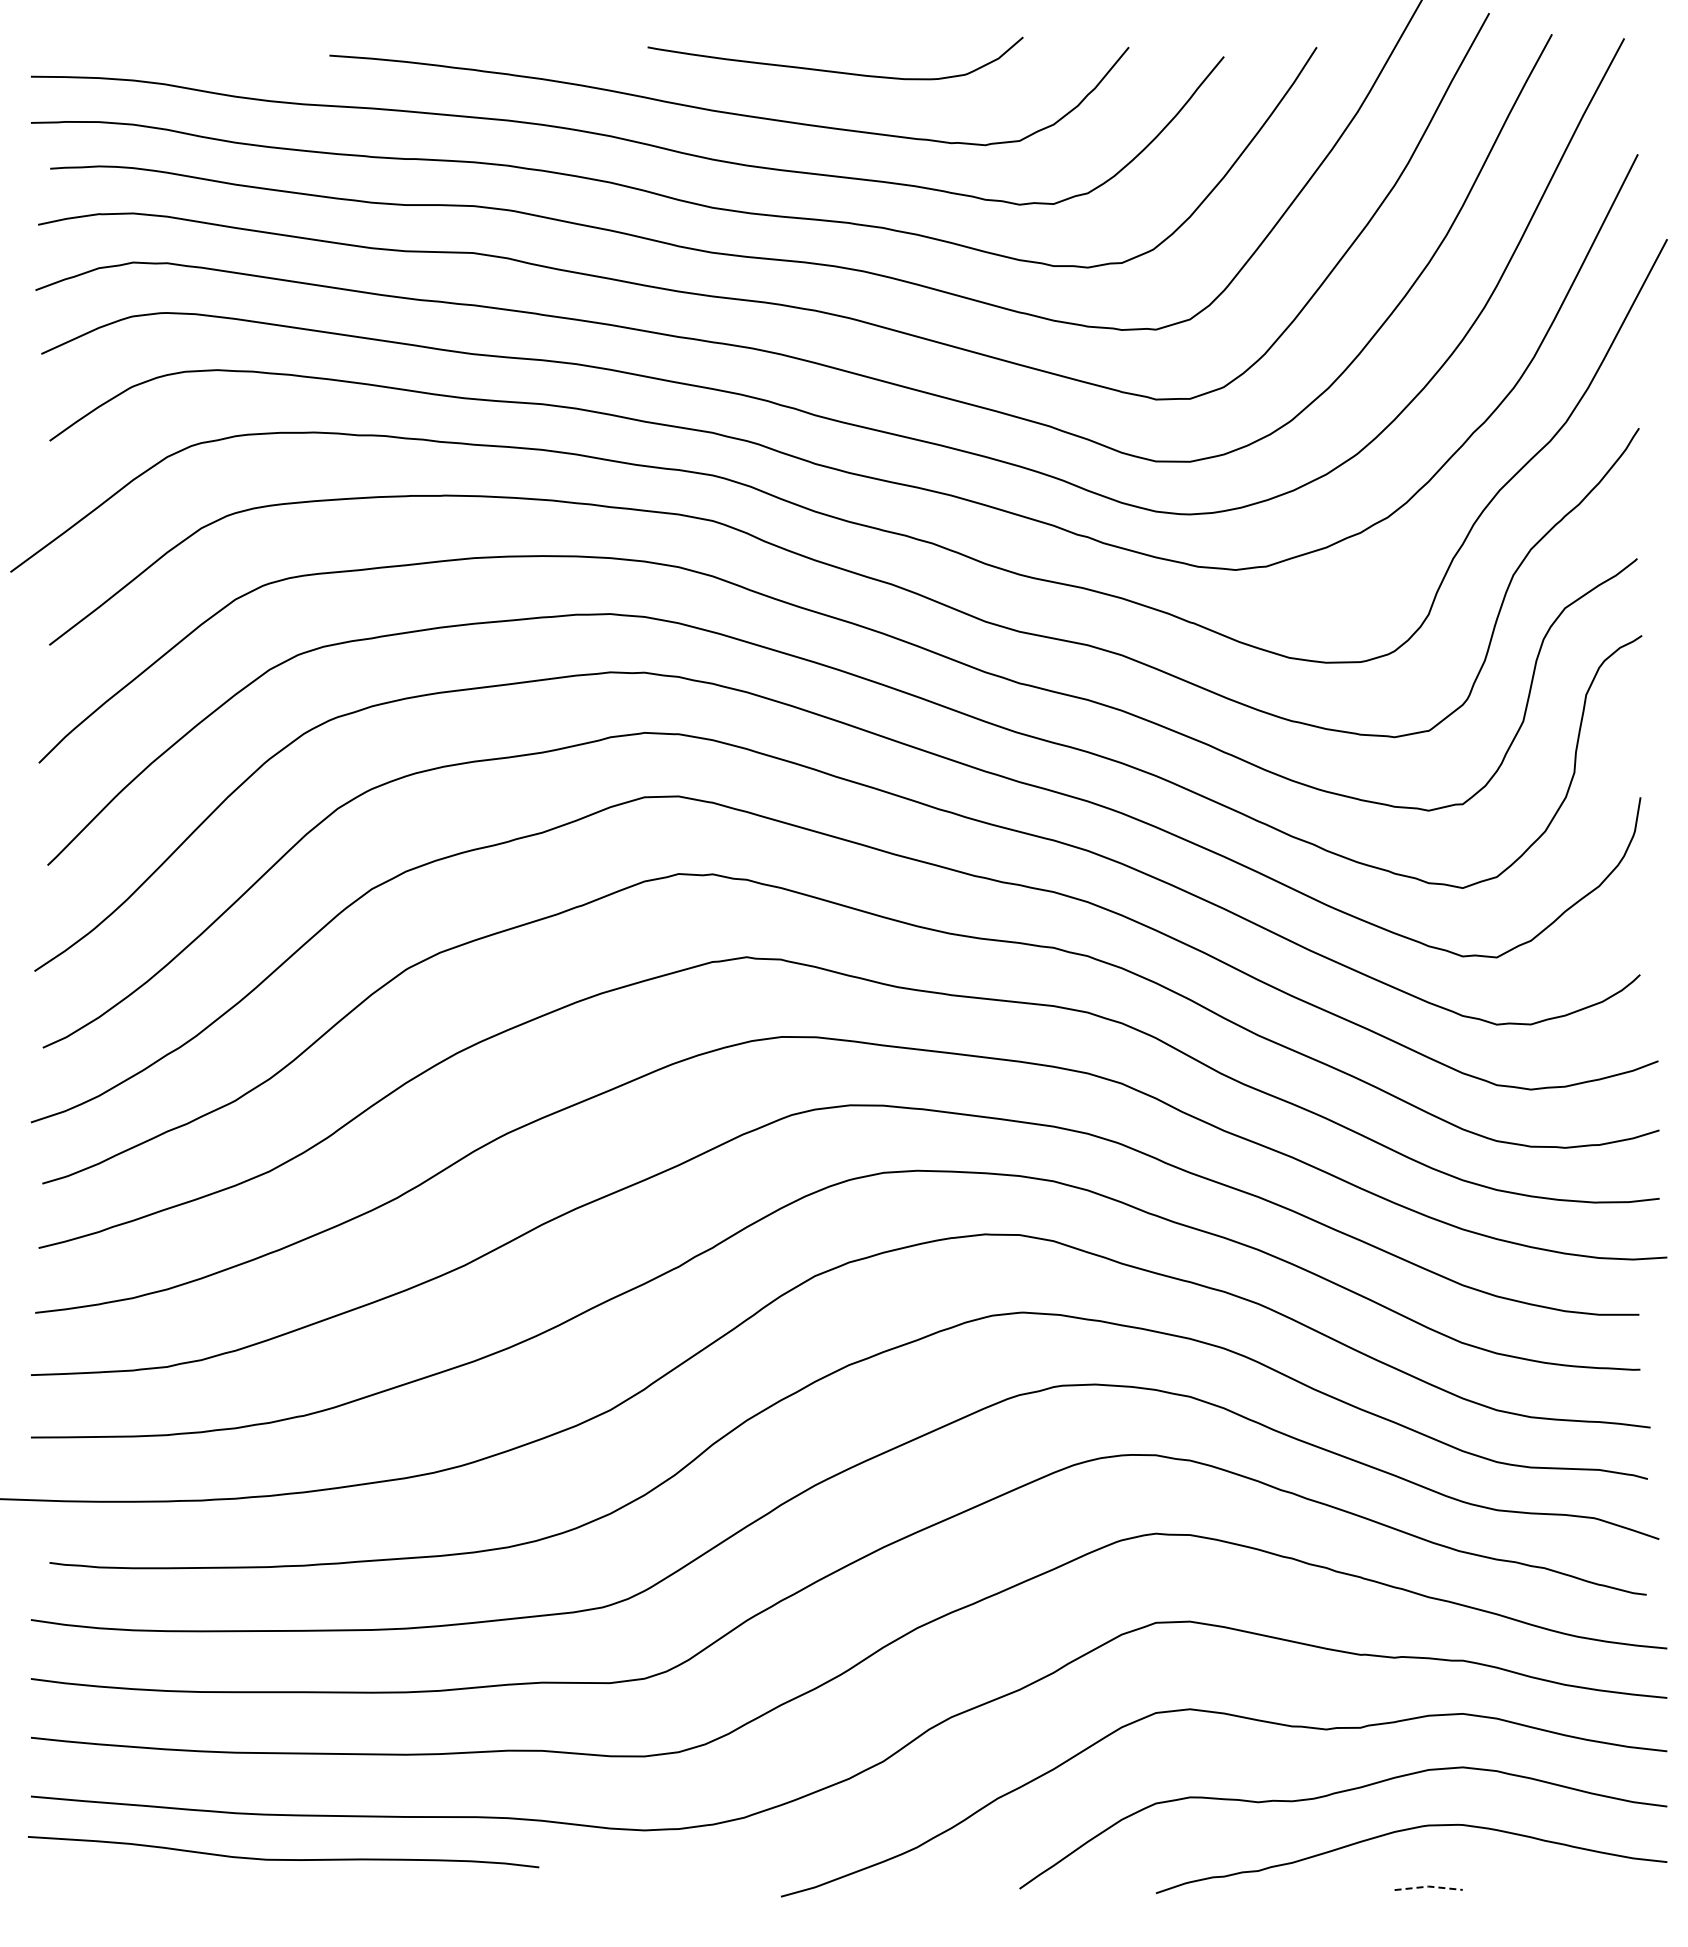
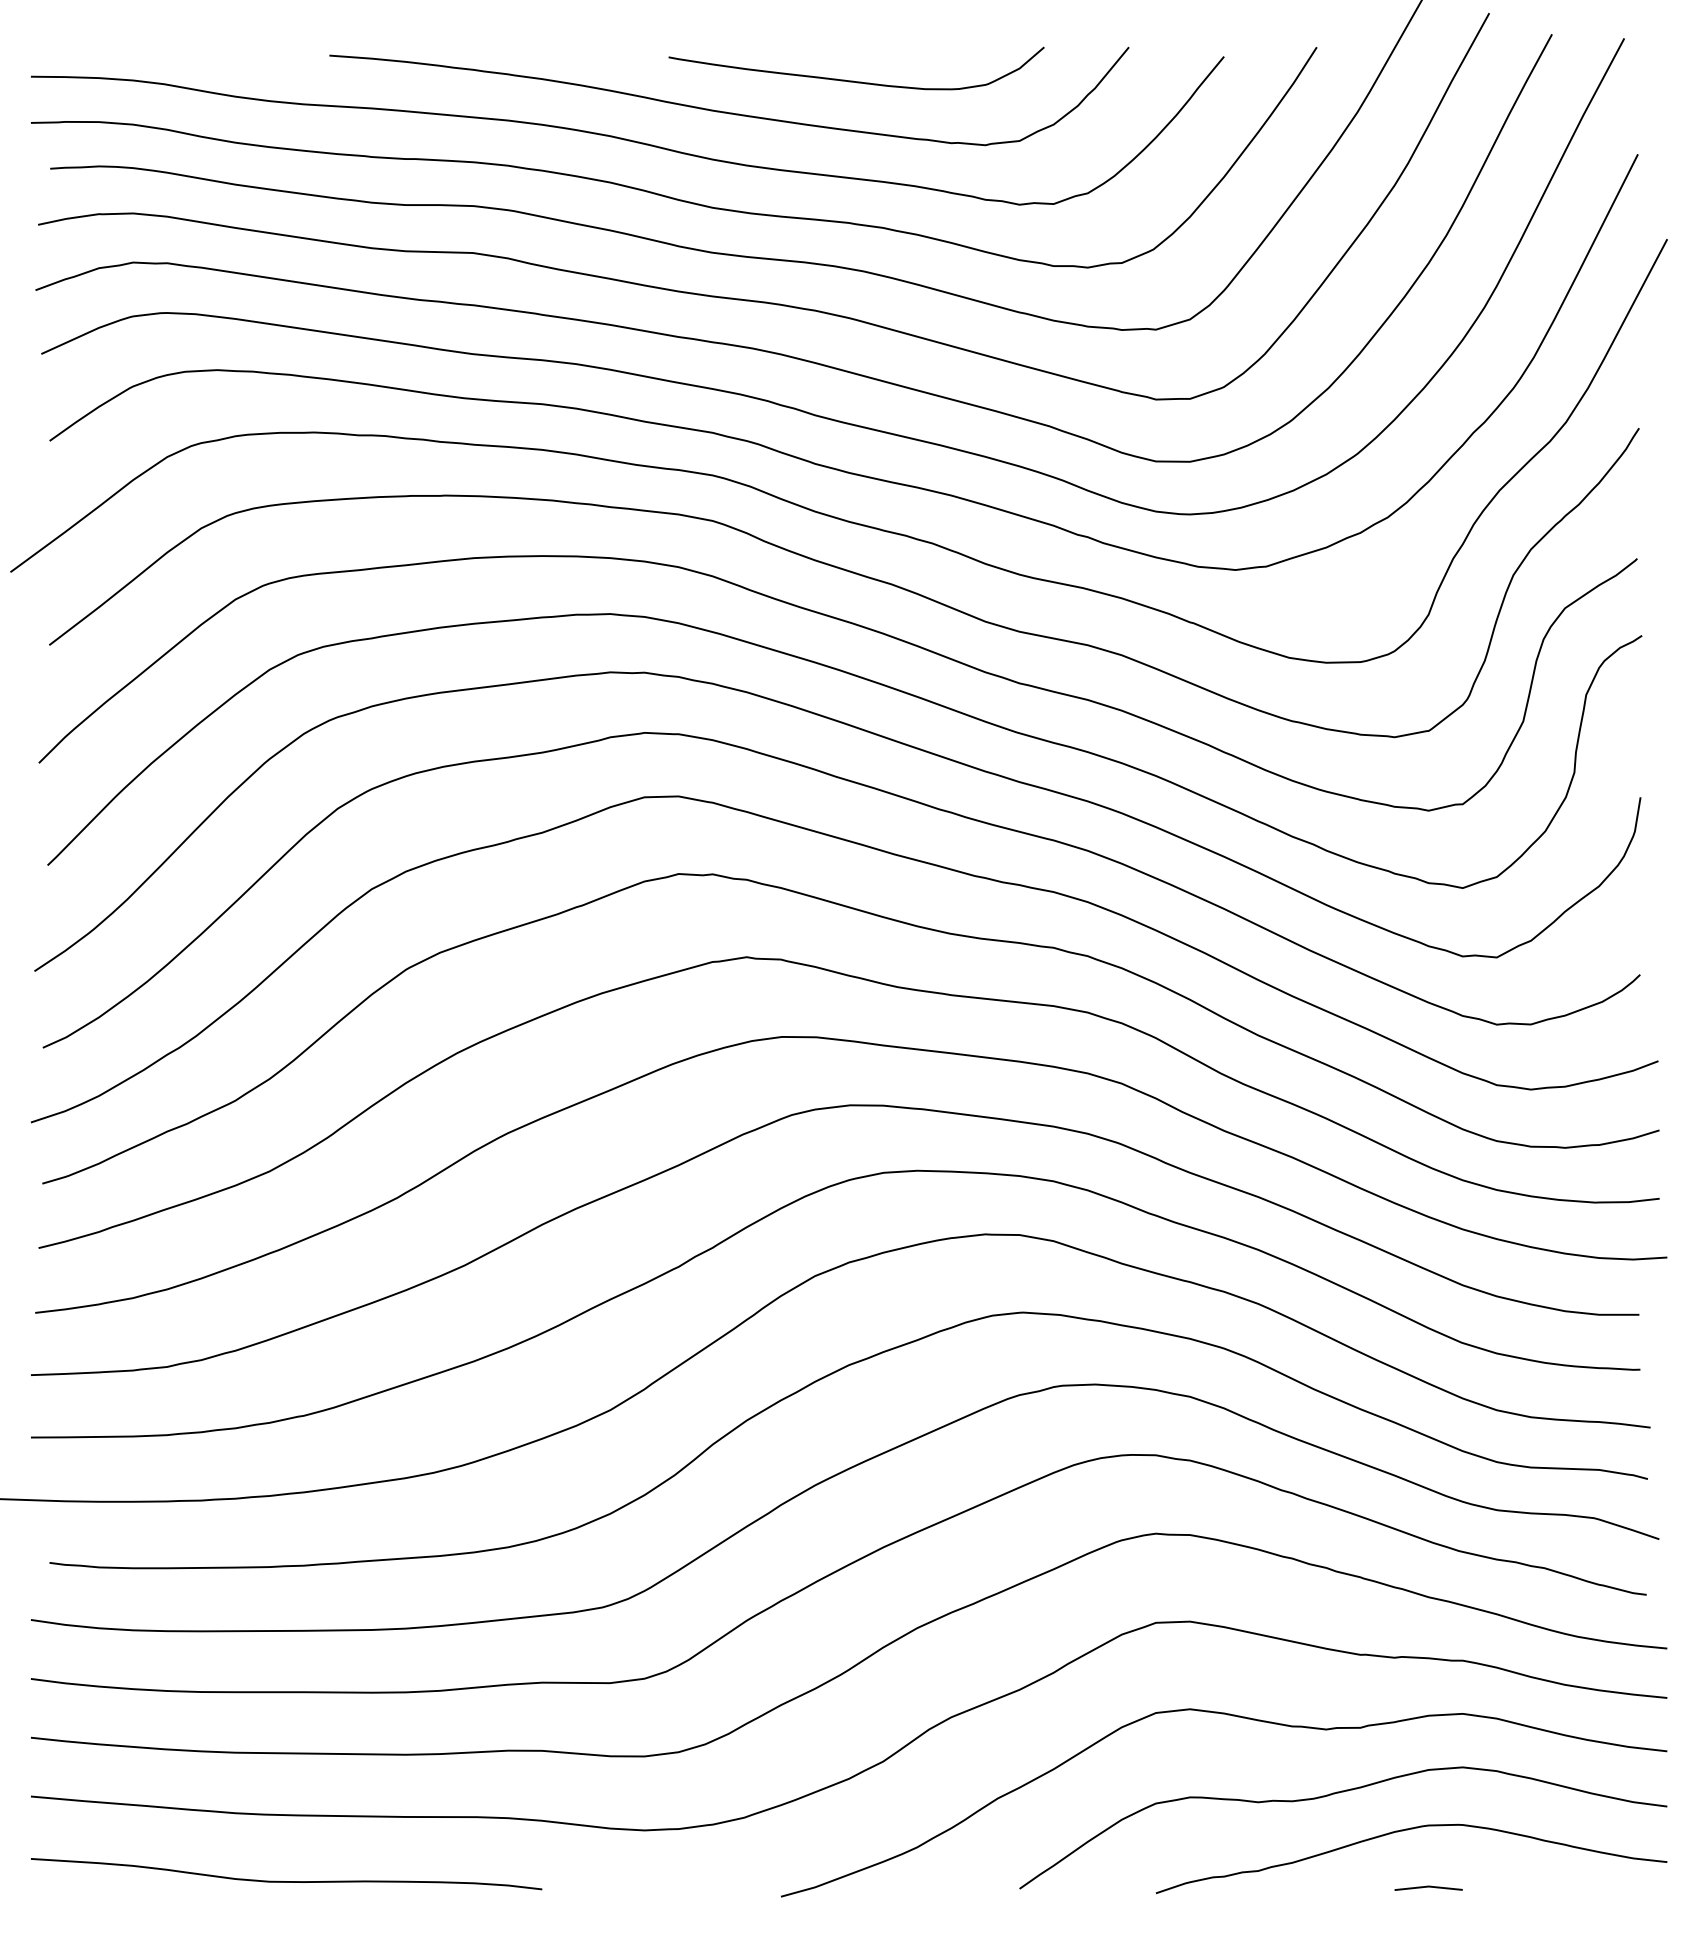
curve at (832, 70) position: (832, 70) -> (853, 80)
curve at (283, 1859) position: (283, 1859) -> (286, 1881)
line at (1428, 1886): dashed -> solid
